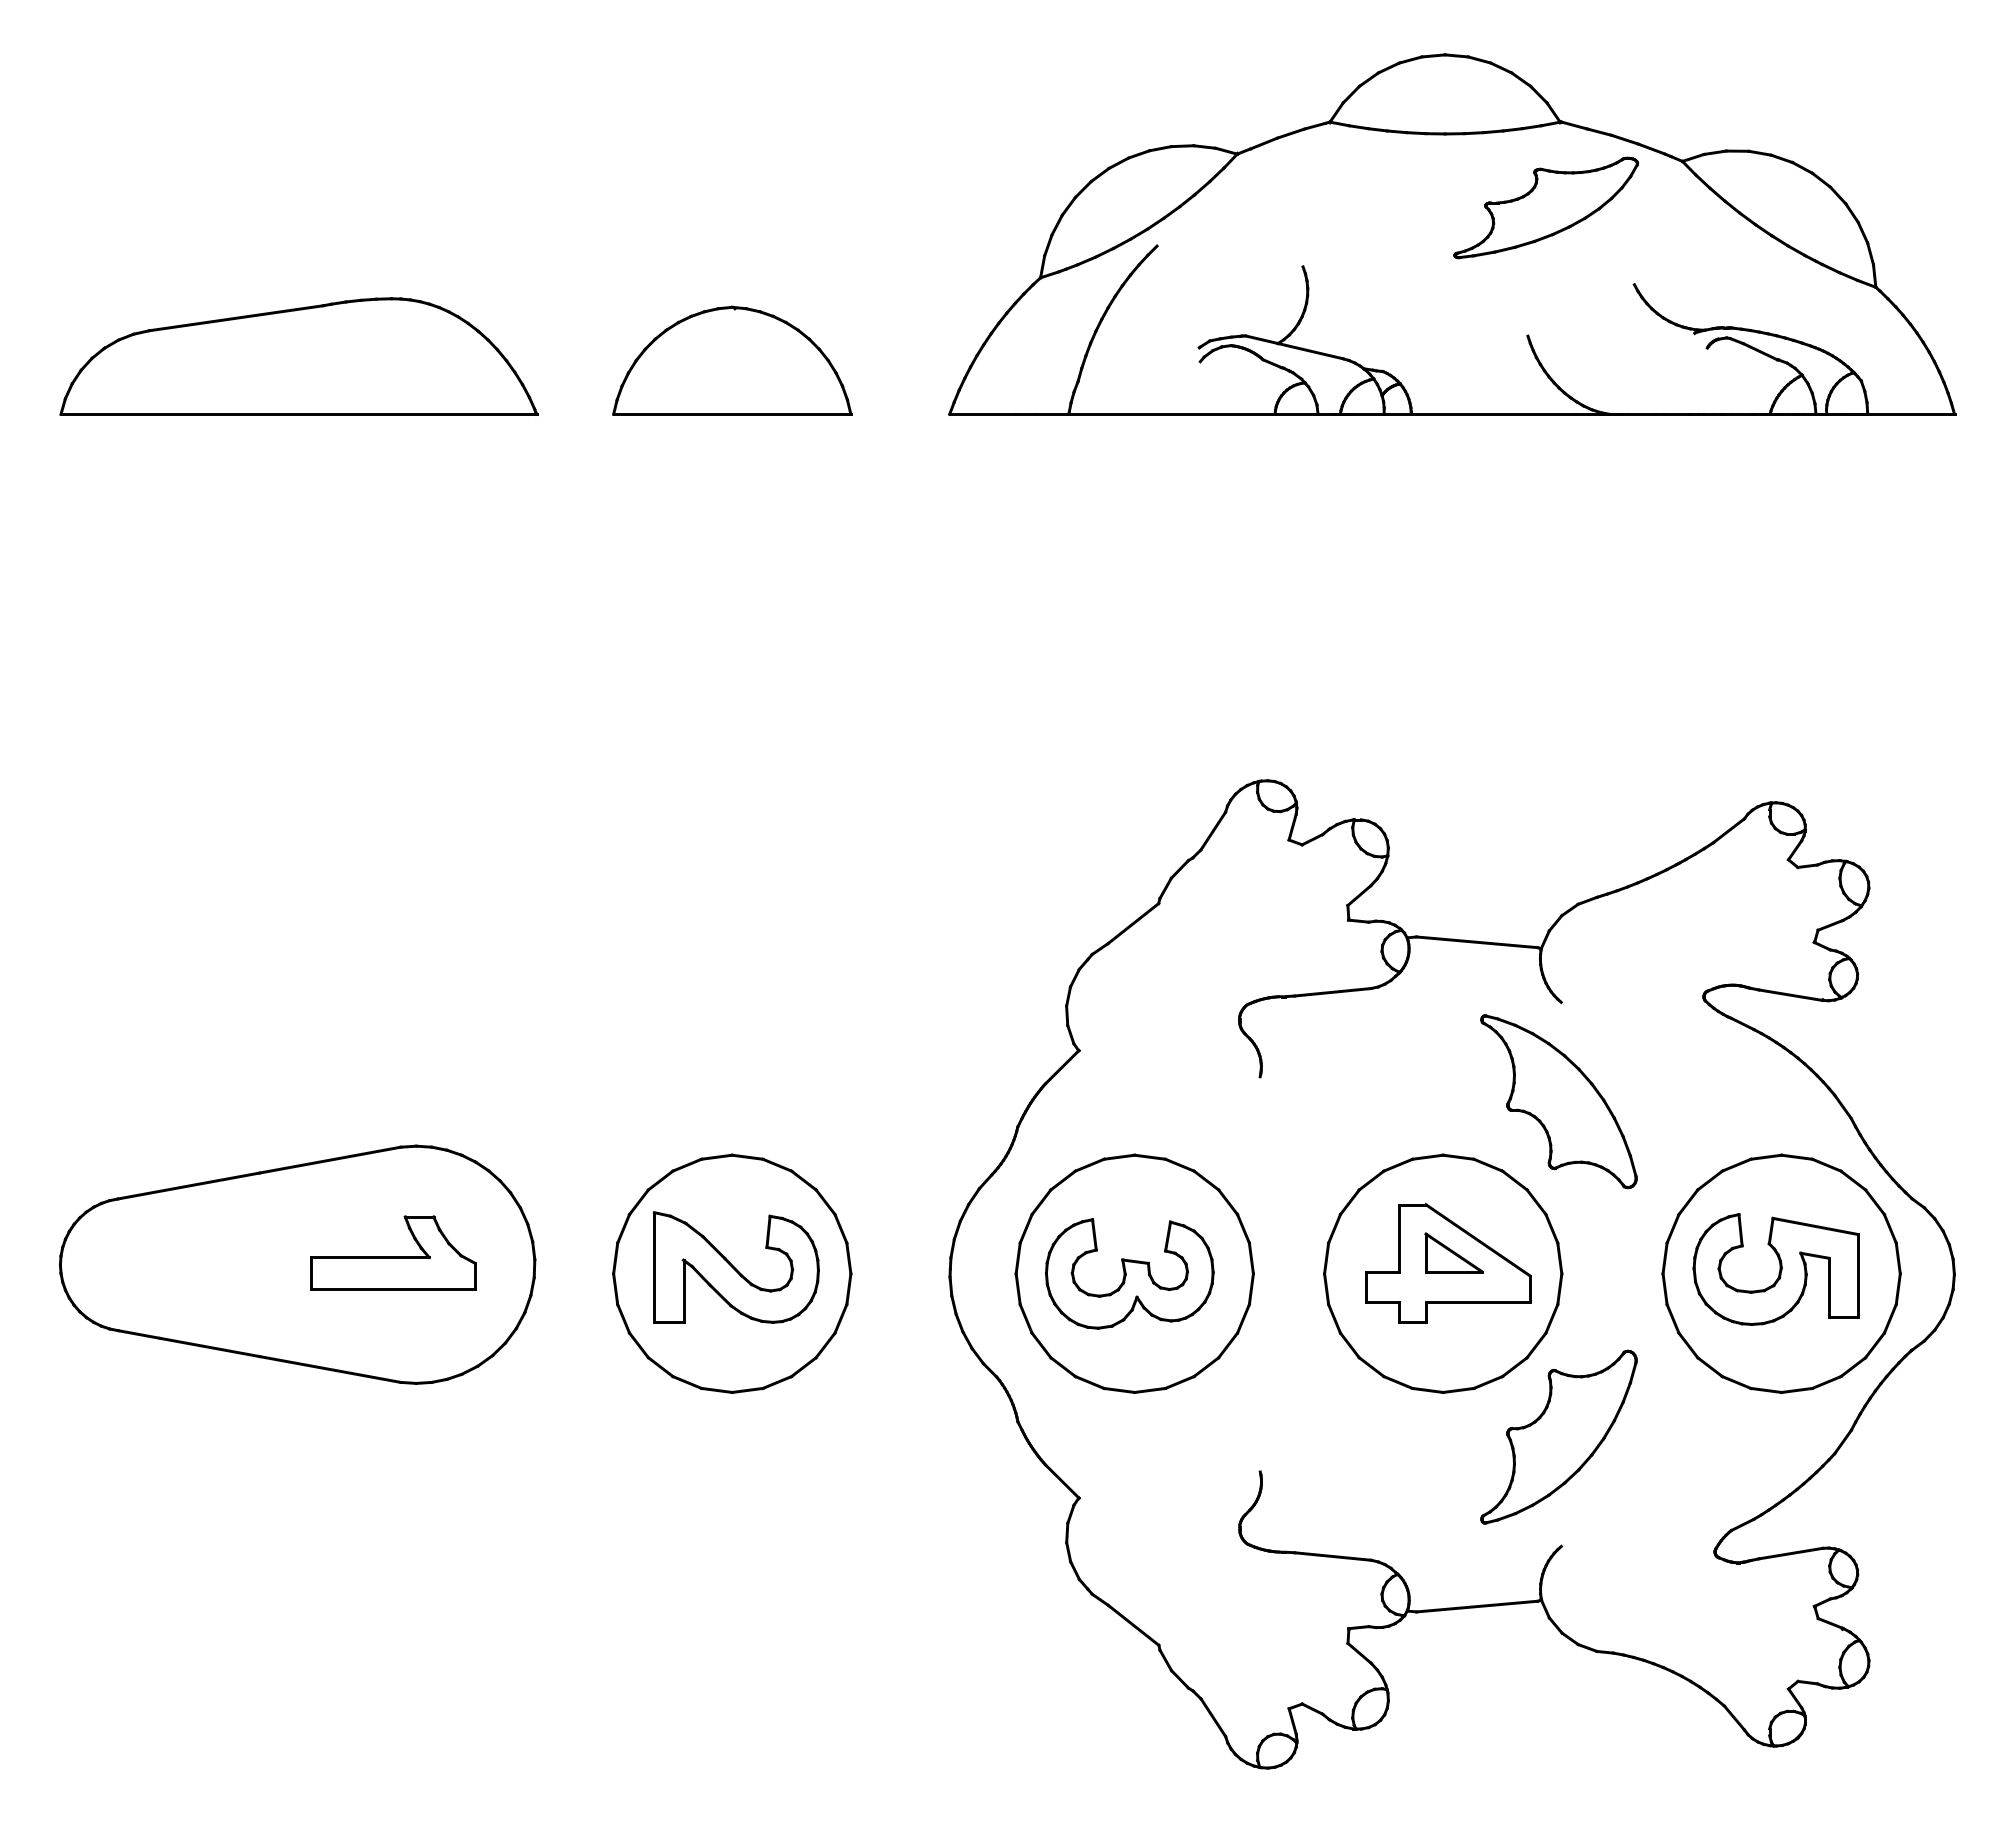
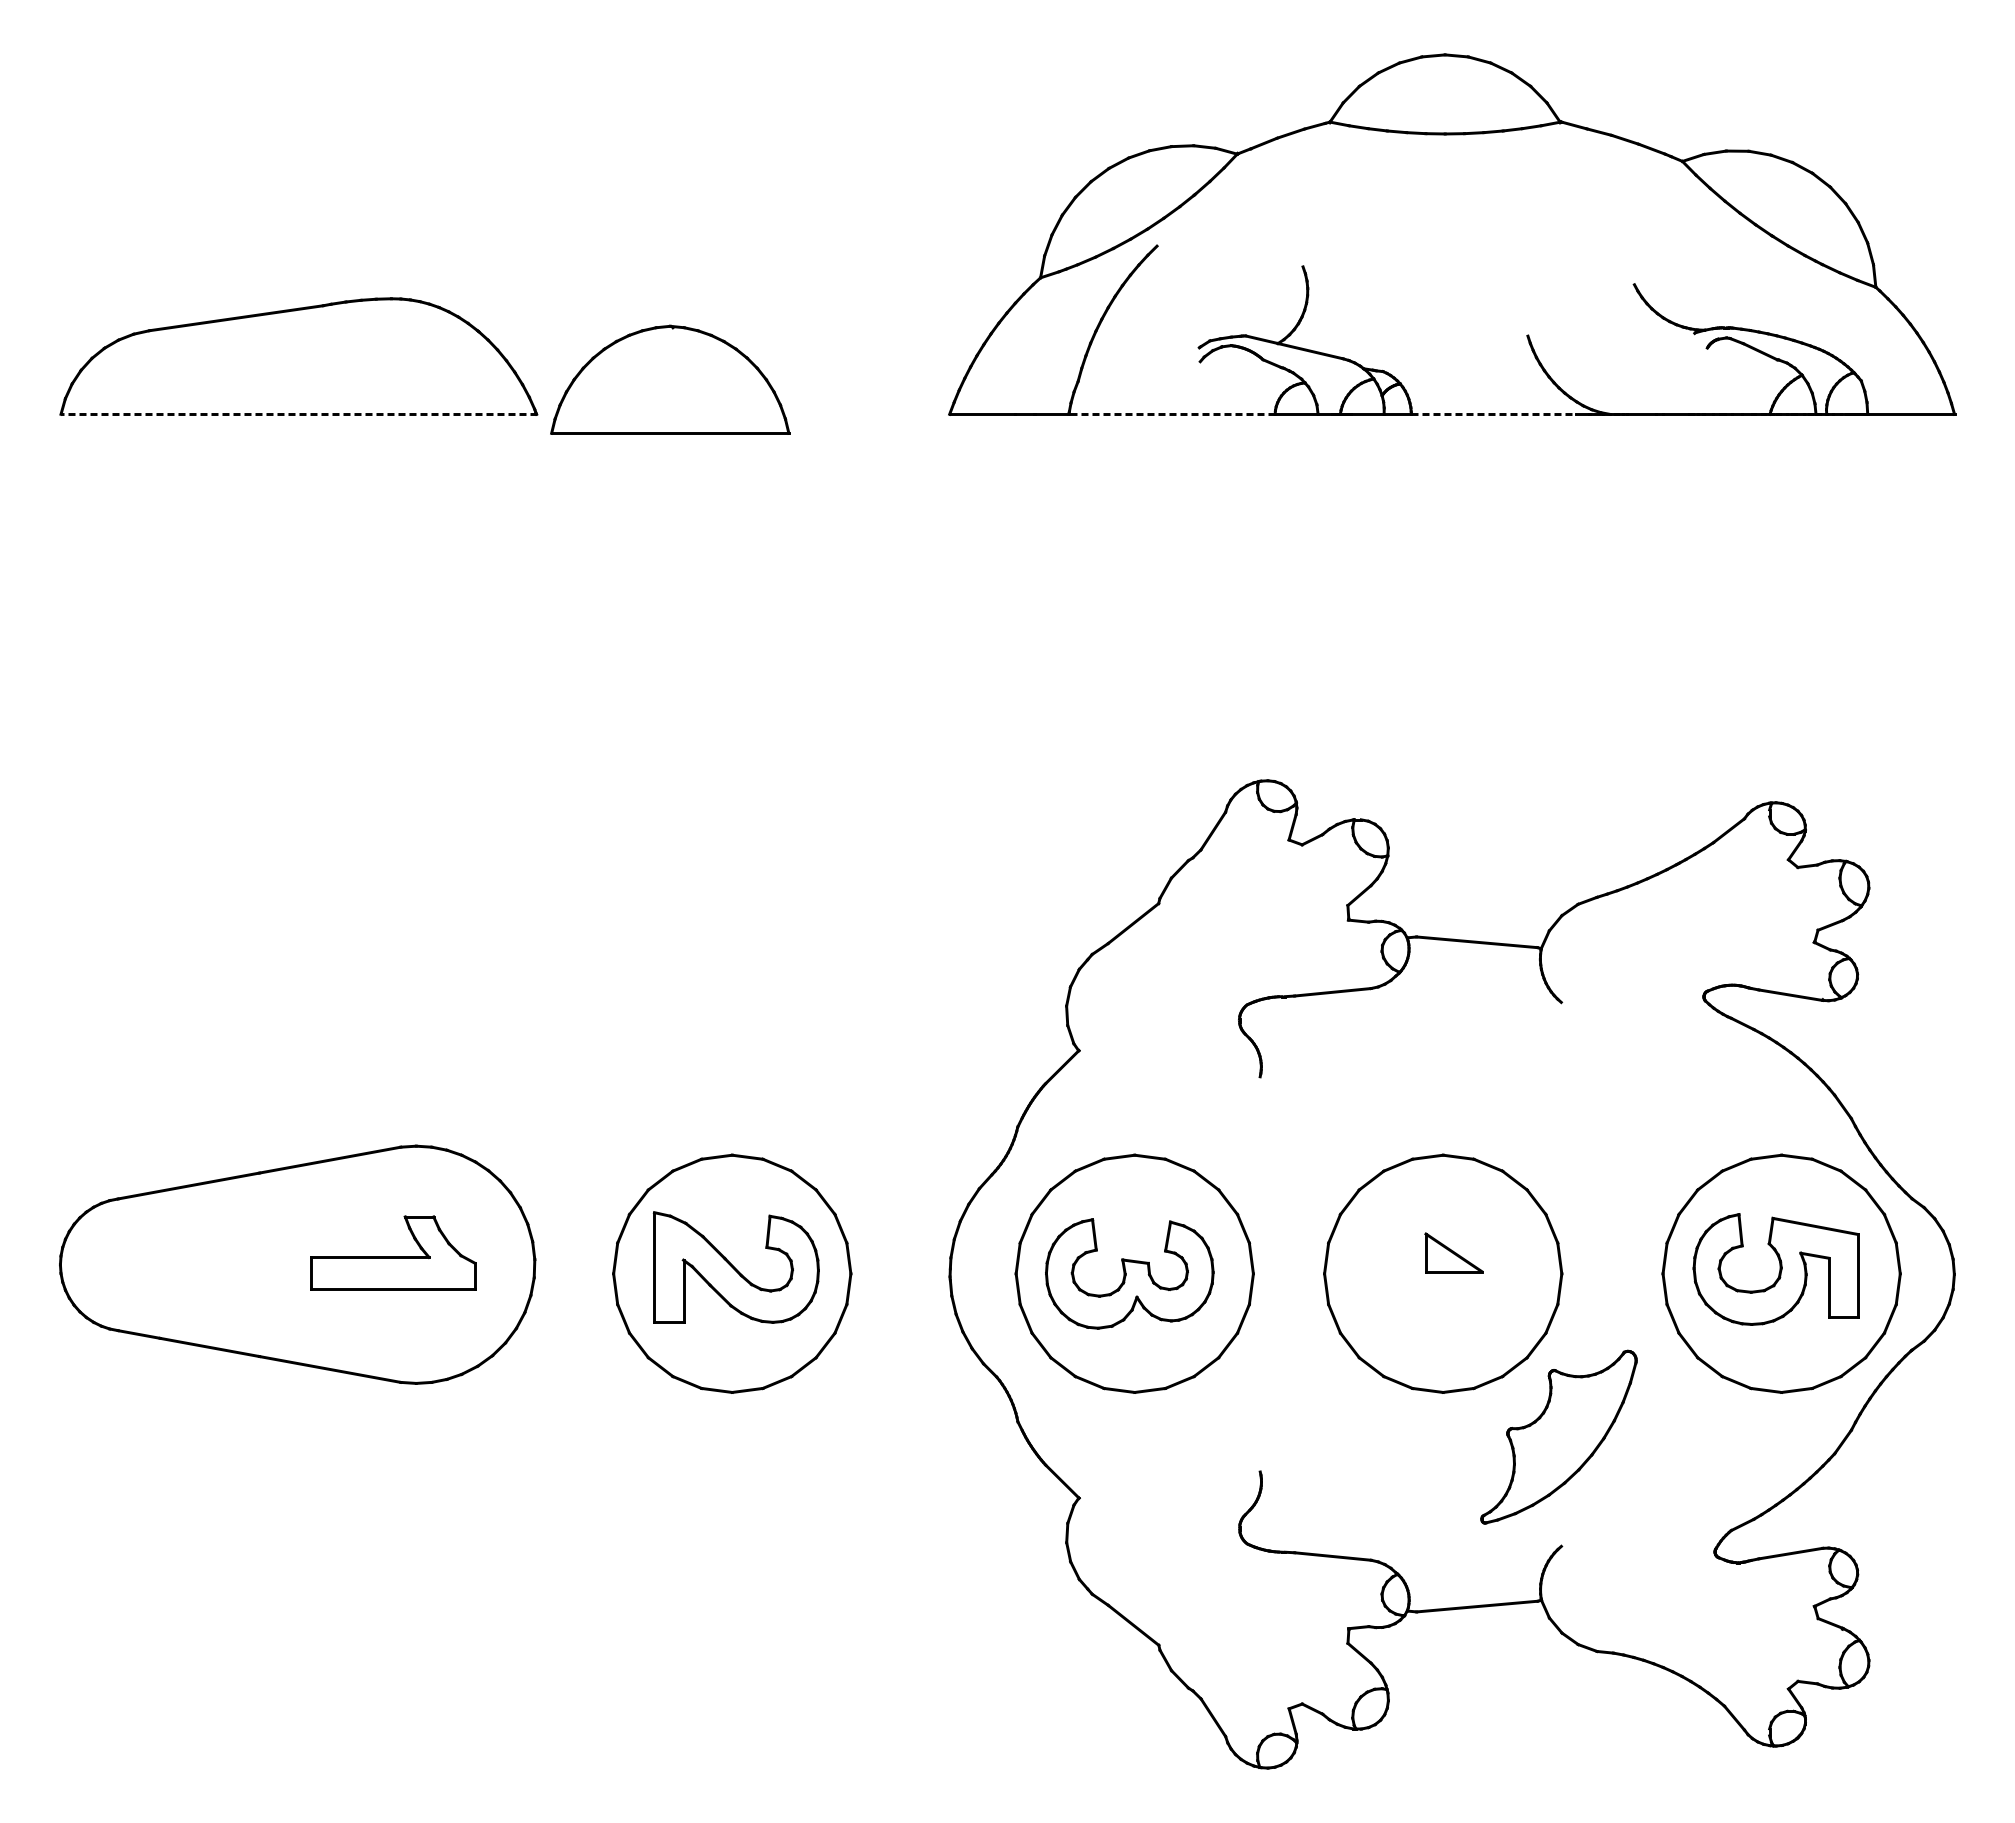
part at (1546, 207): present -> none
part at (732, 360) position: (732, 360) -> (670, 379)
line at (298, 414): solid -> dashed
line at (1172, 414): solid -> dashed
line at (1494, 414): solid -> dashed
part at (1558, 1101): present -> none
part at (1448, 1263): present -> none
